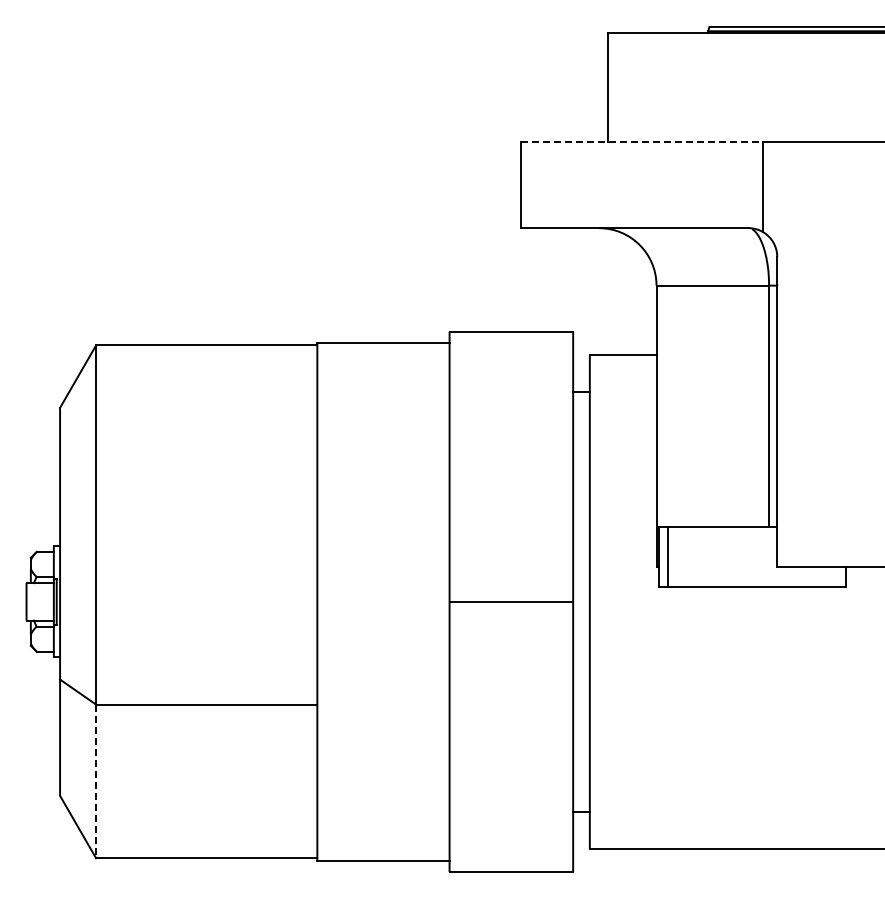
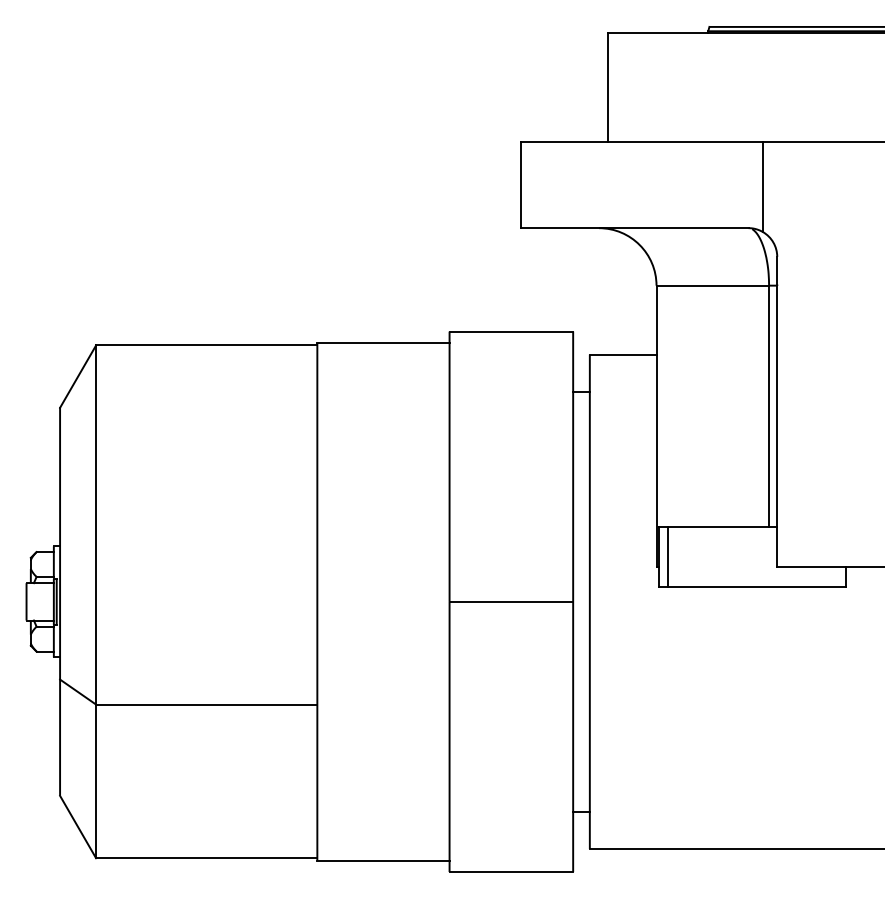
line at (642, 141): dashed -> solid
line at (96, 781): dashed -> solid
